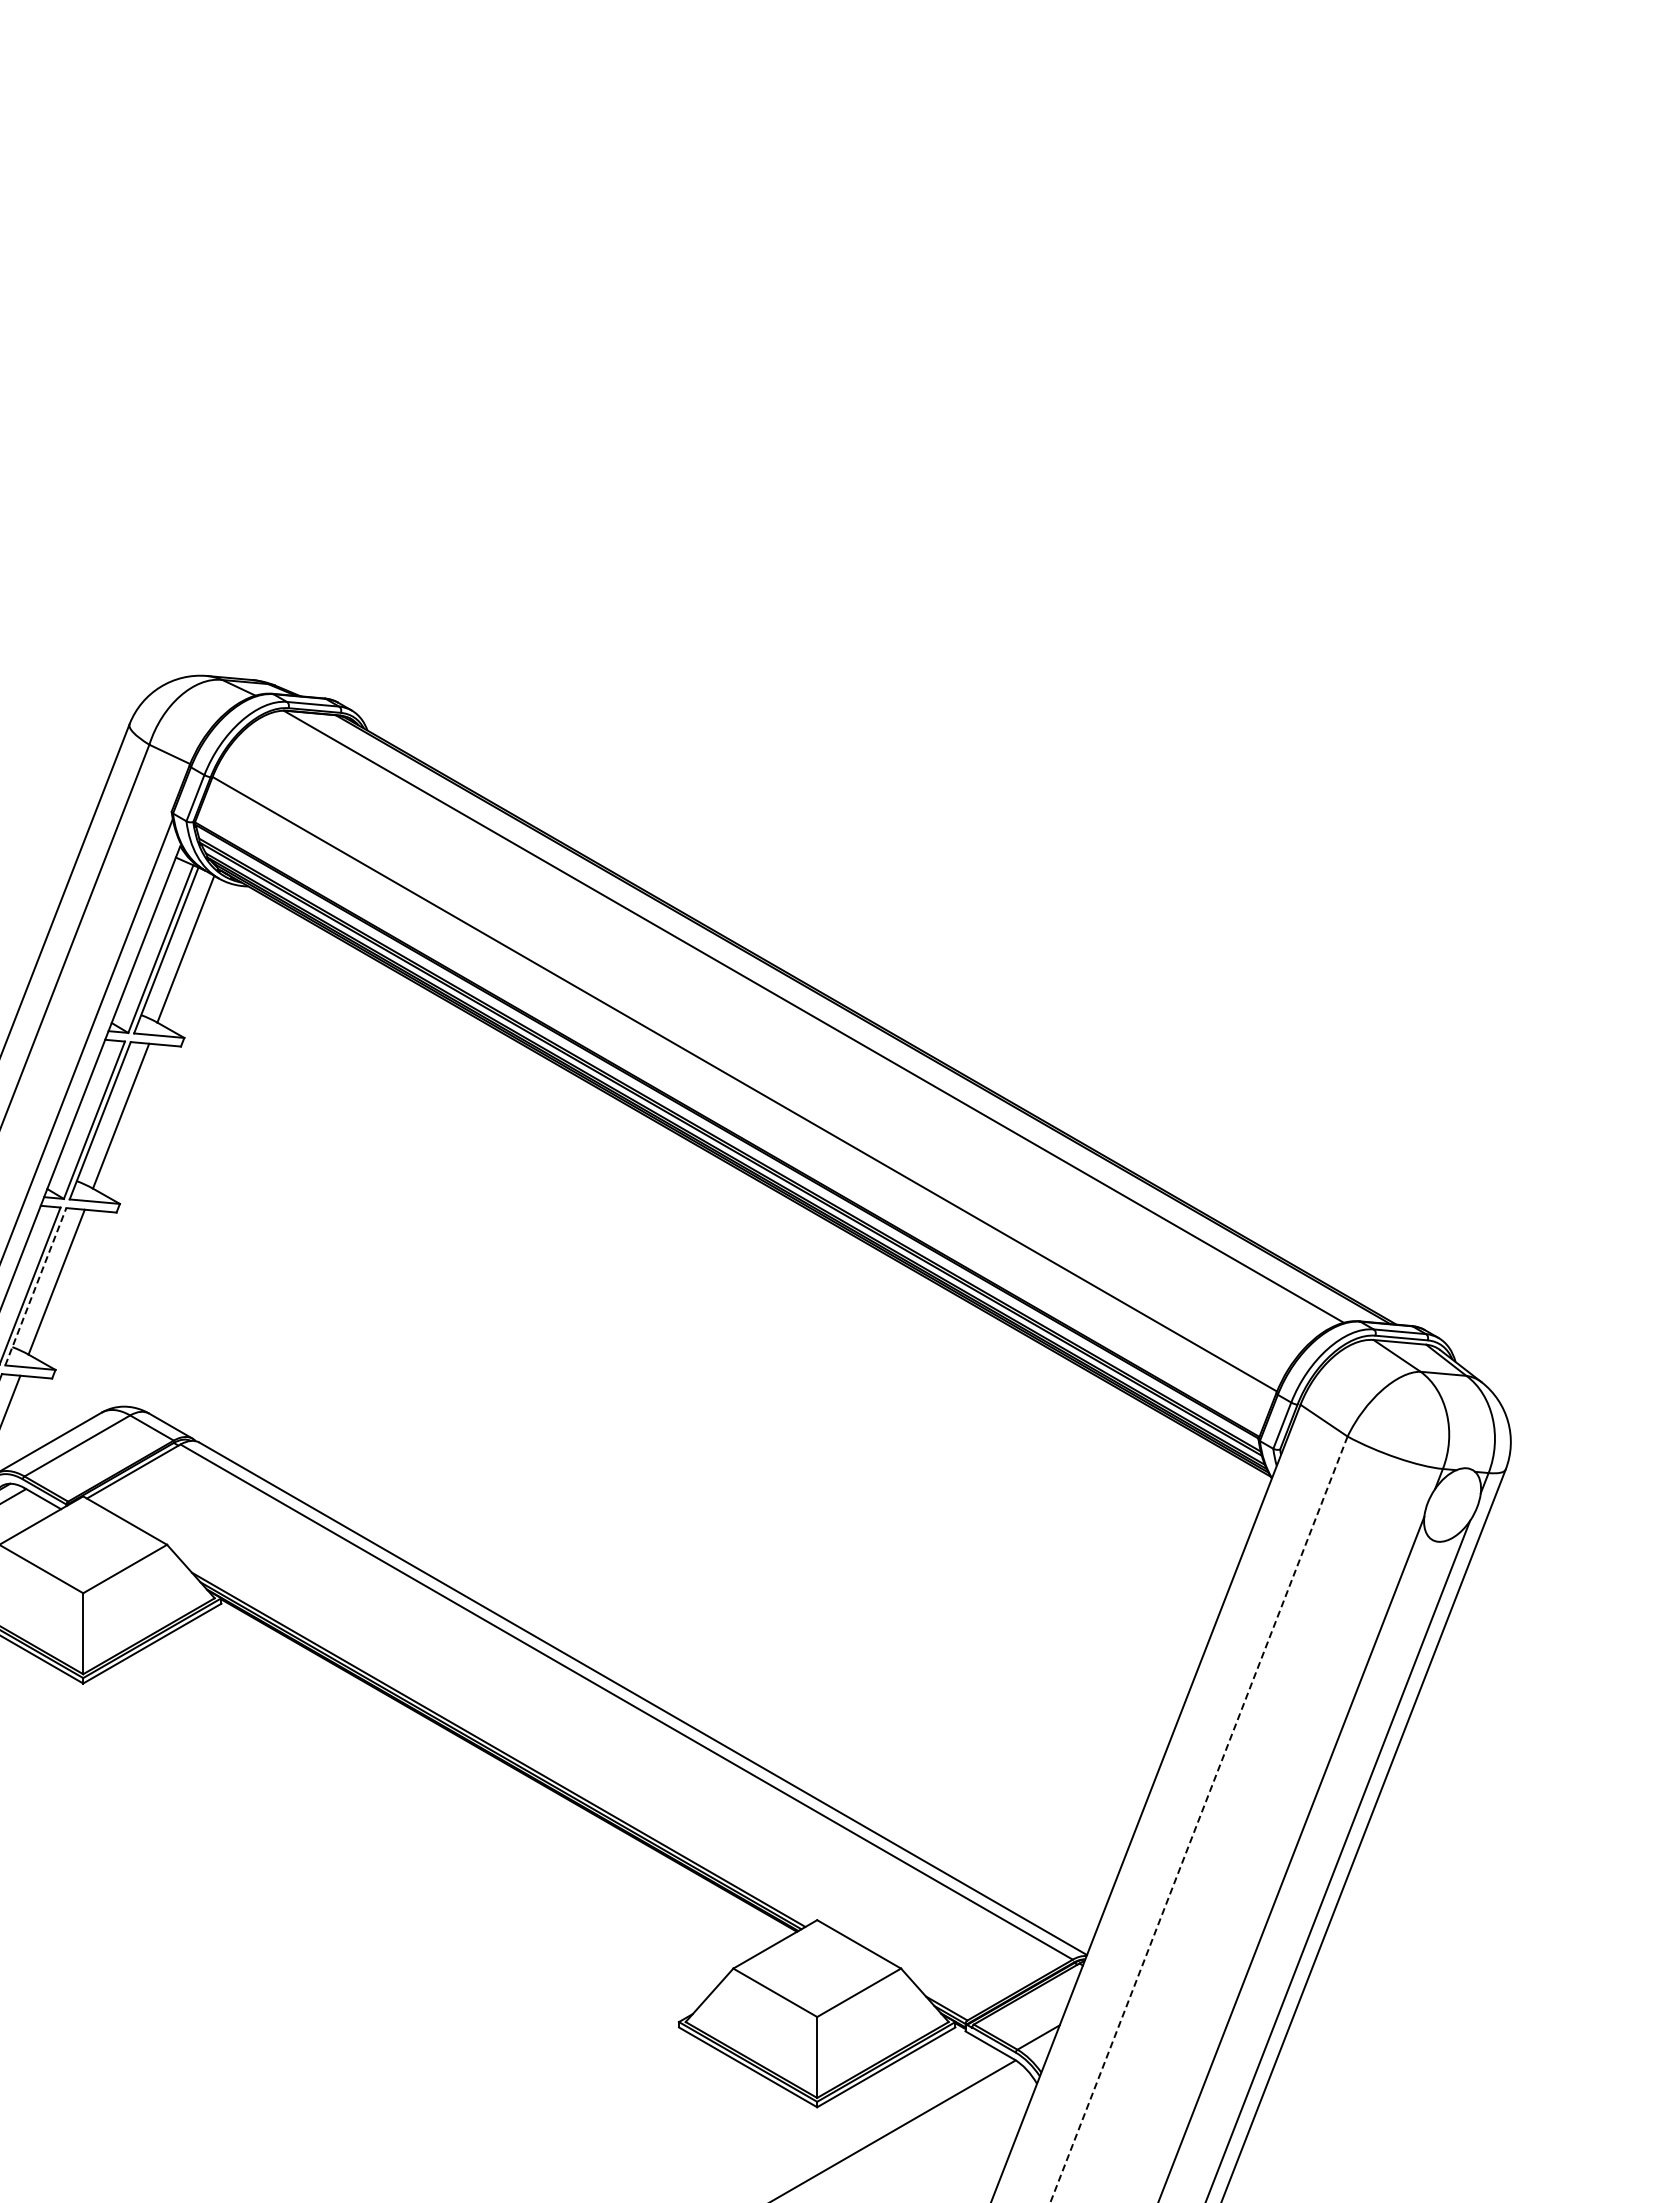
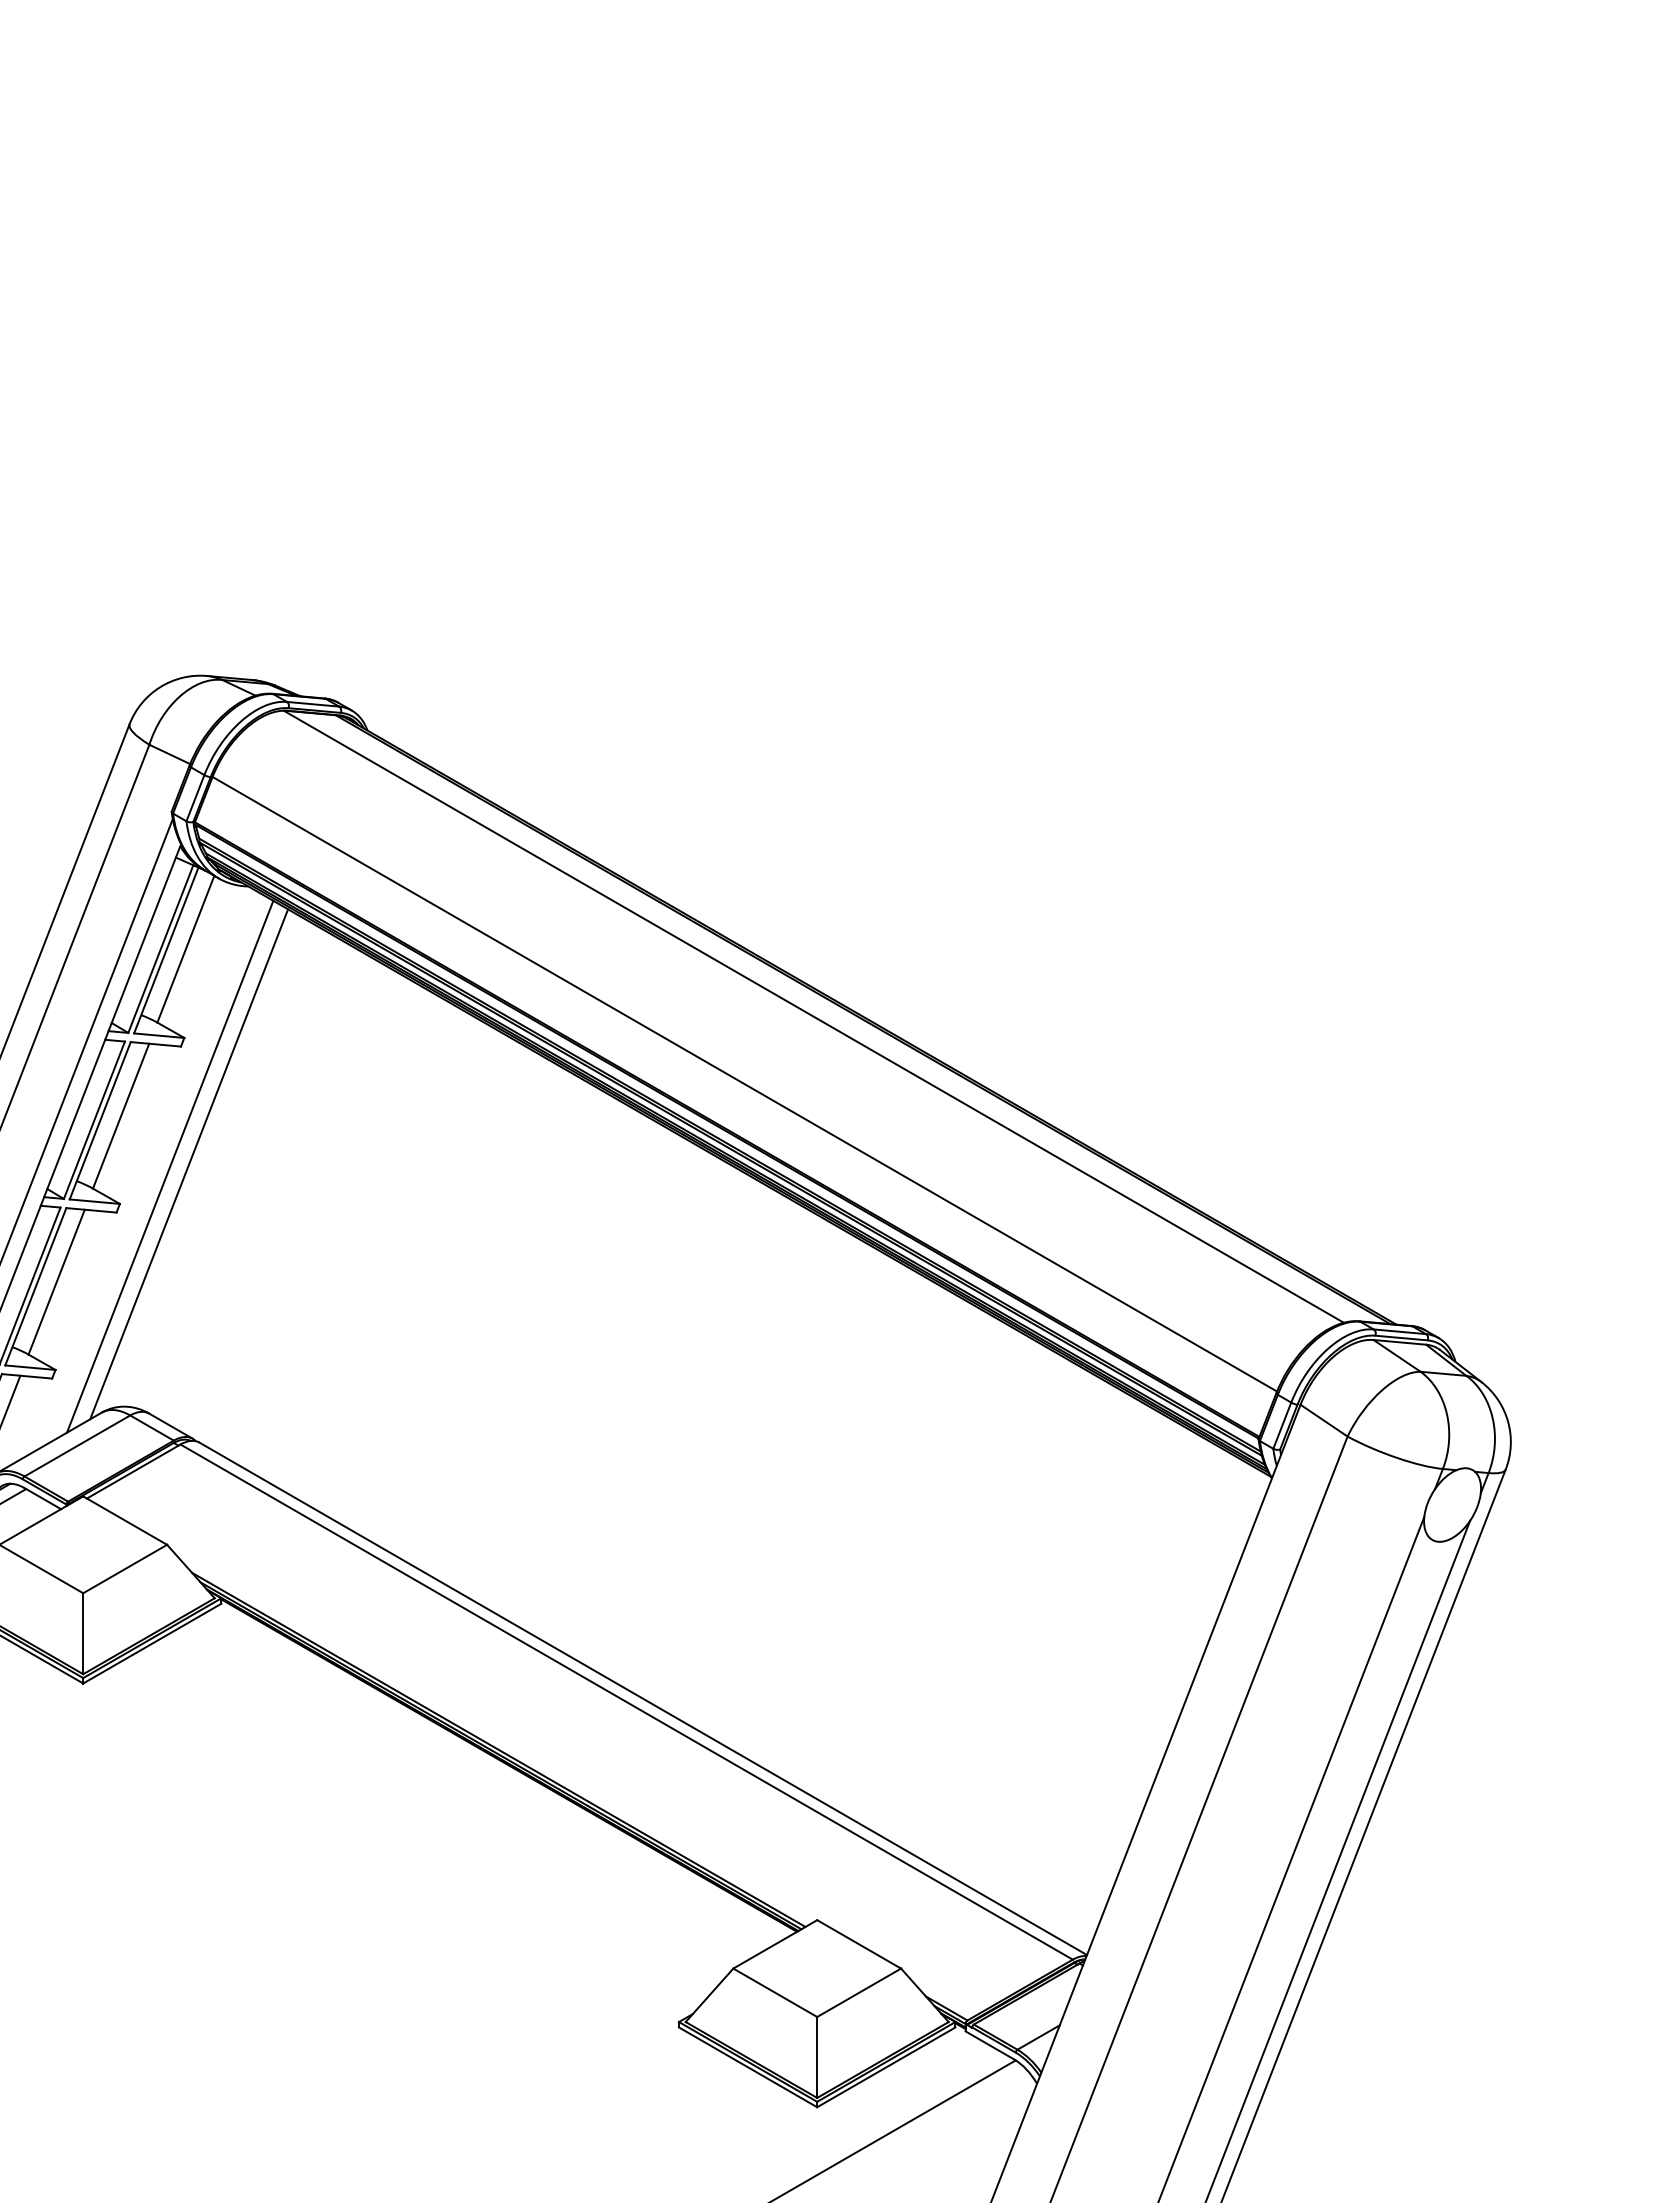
line at (189, 1164): none -> present
line at (169, 1166): none -> present
line at (36, 1286): dashed -> solid
line at (1199, 1819): dashed -> solid
